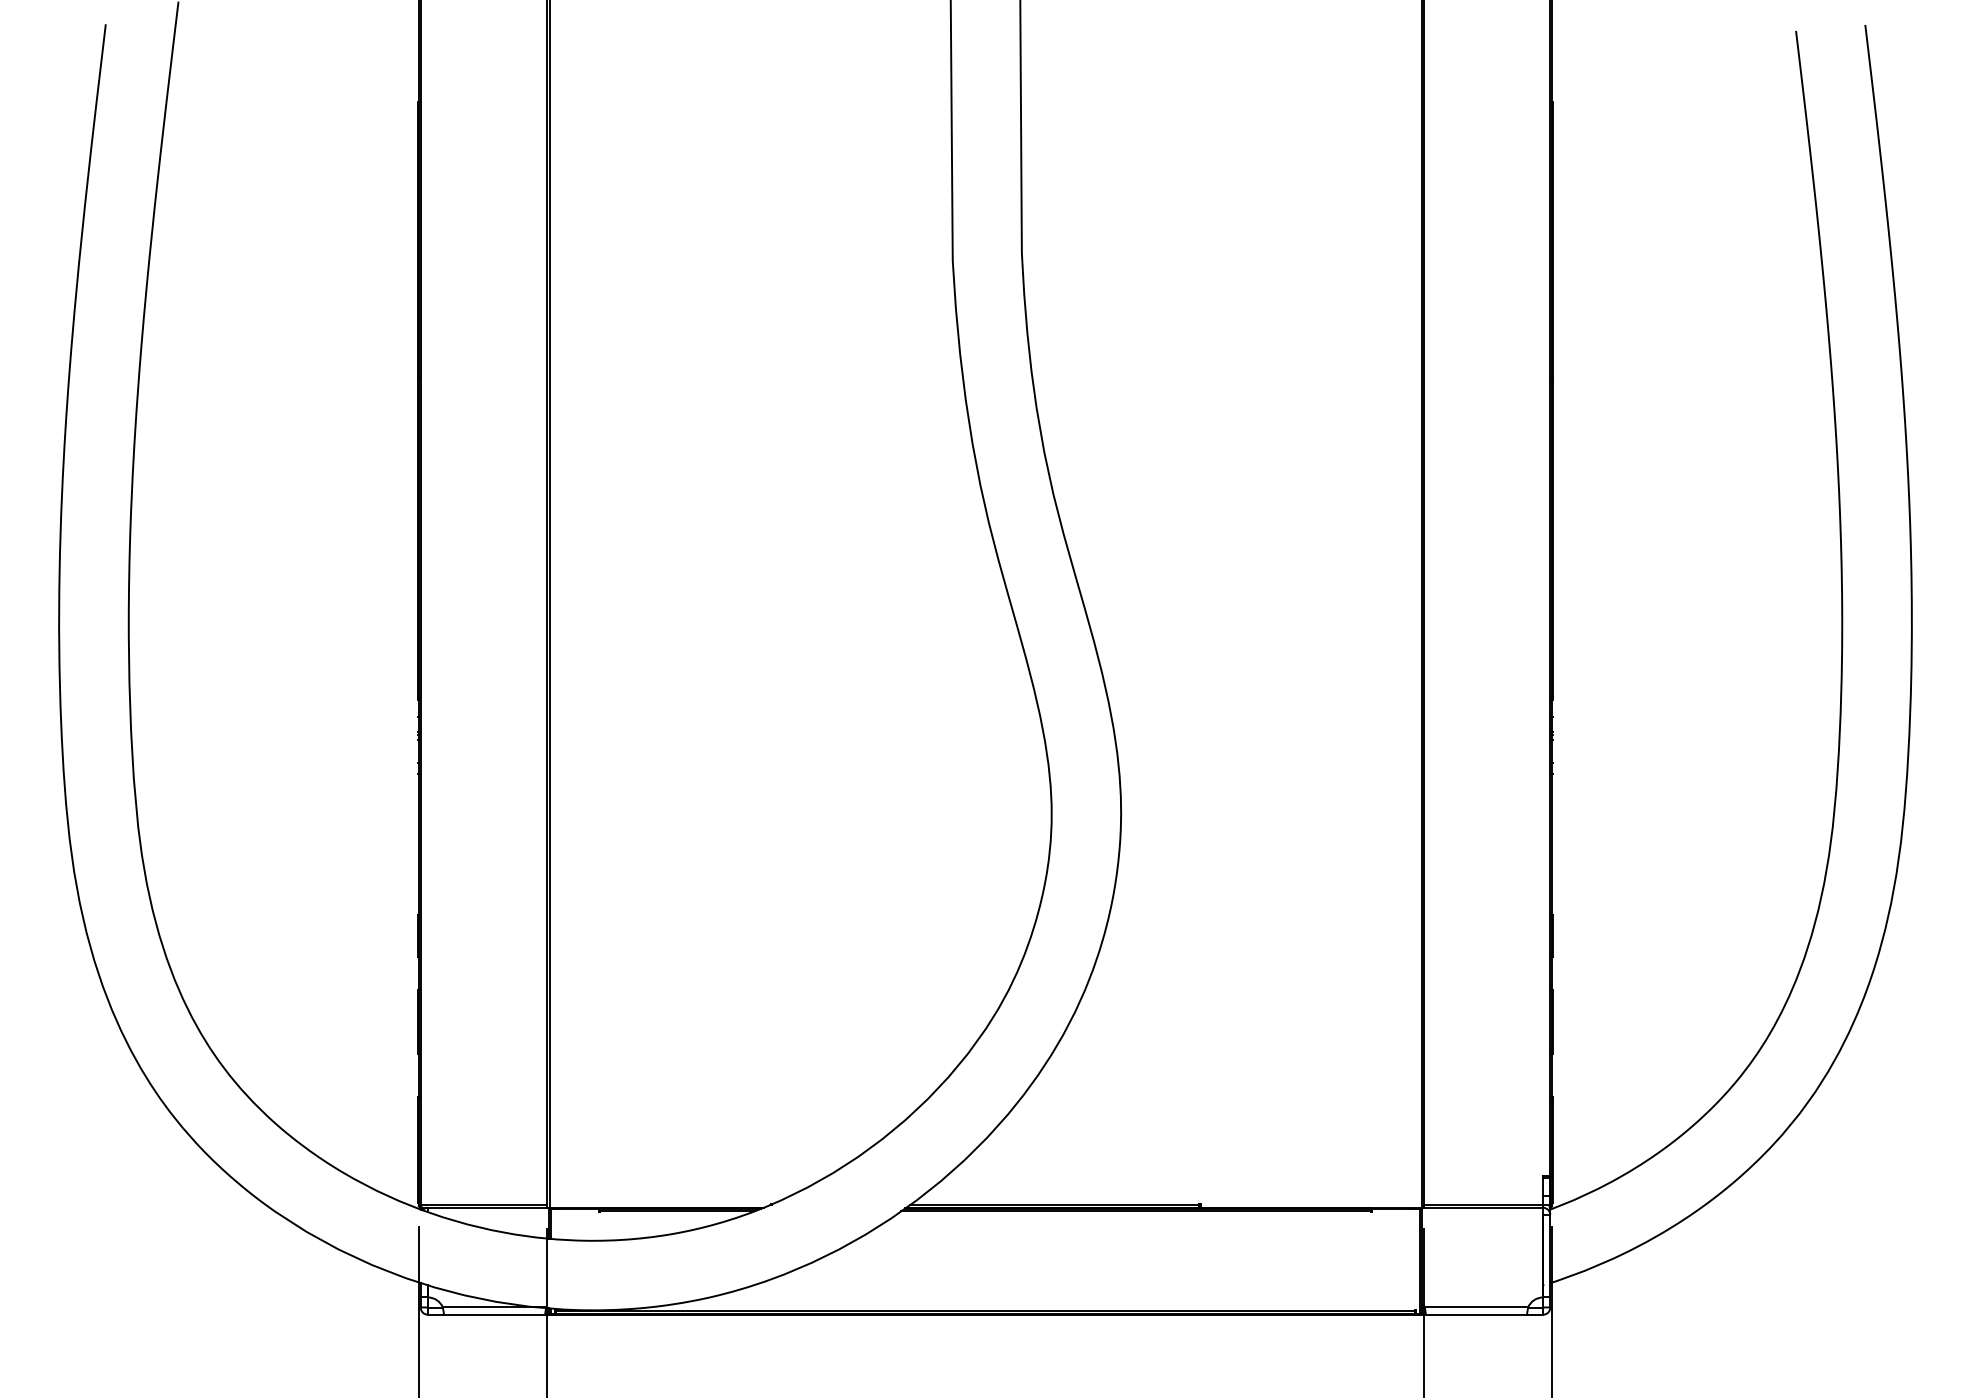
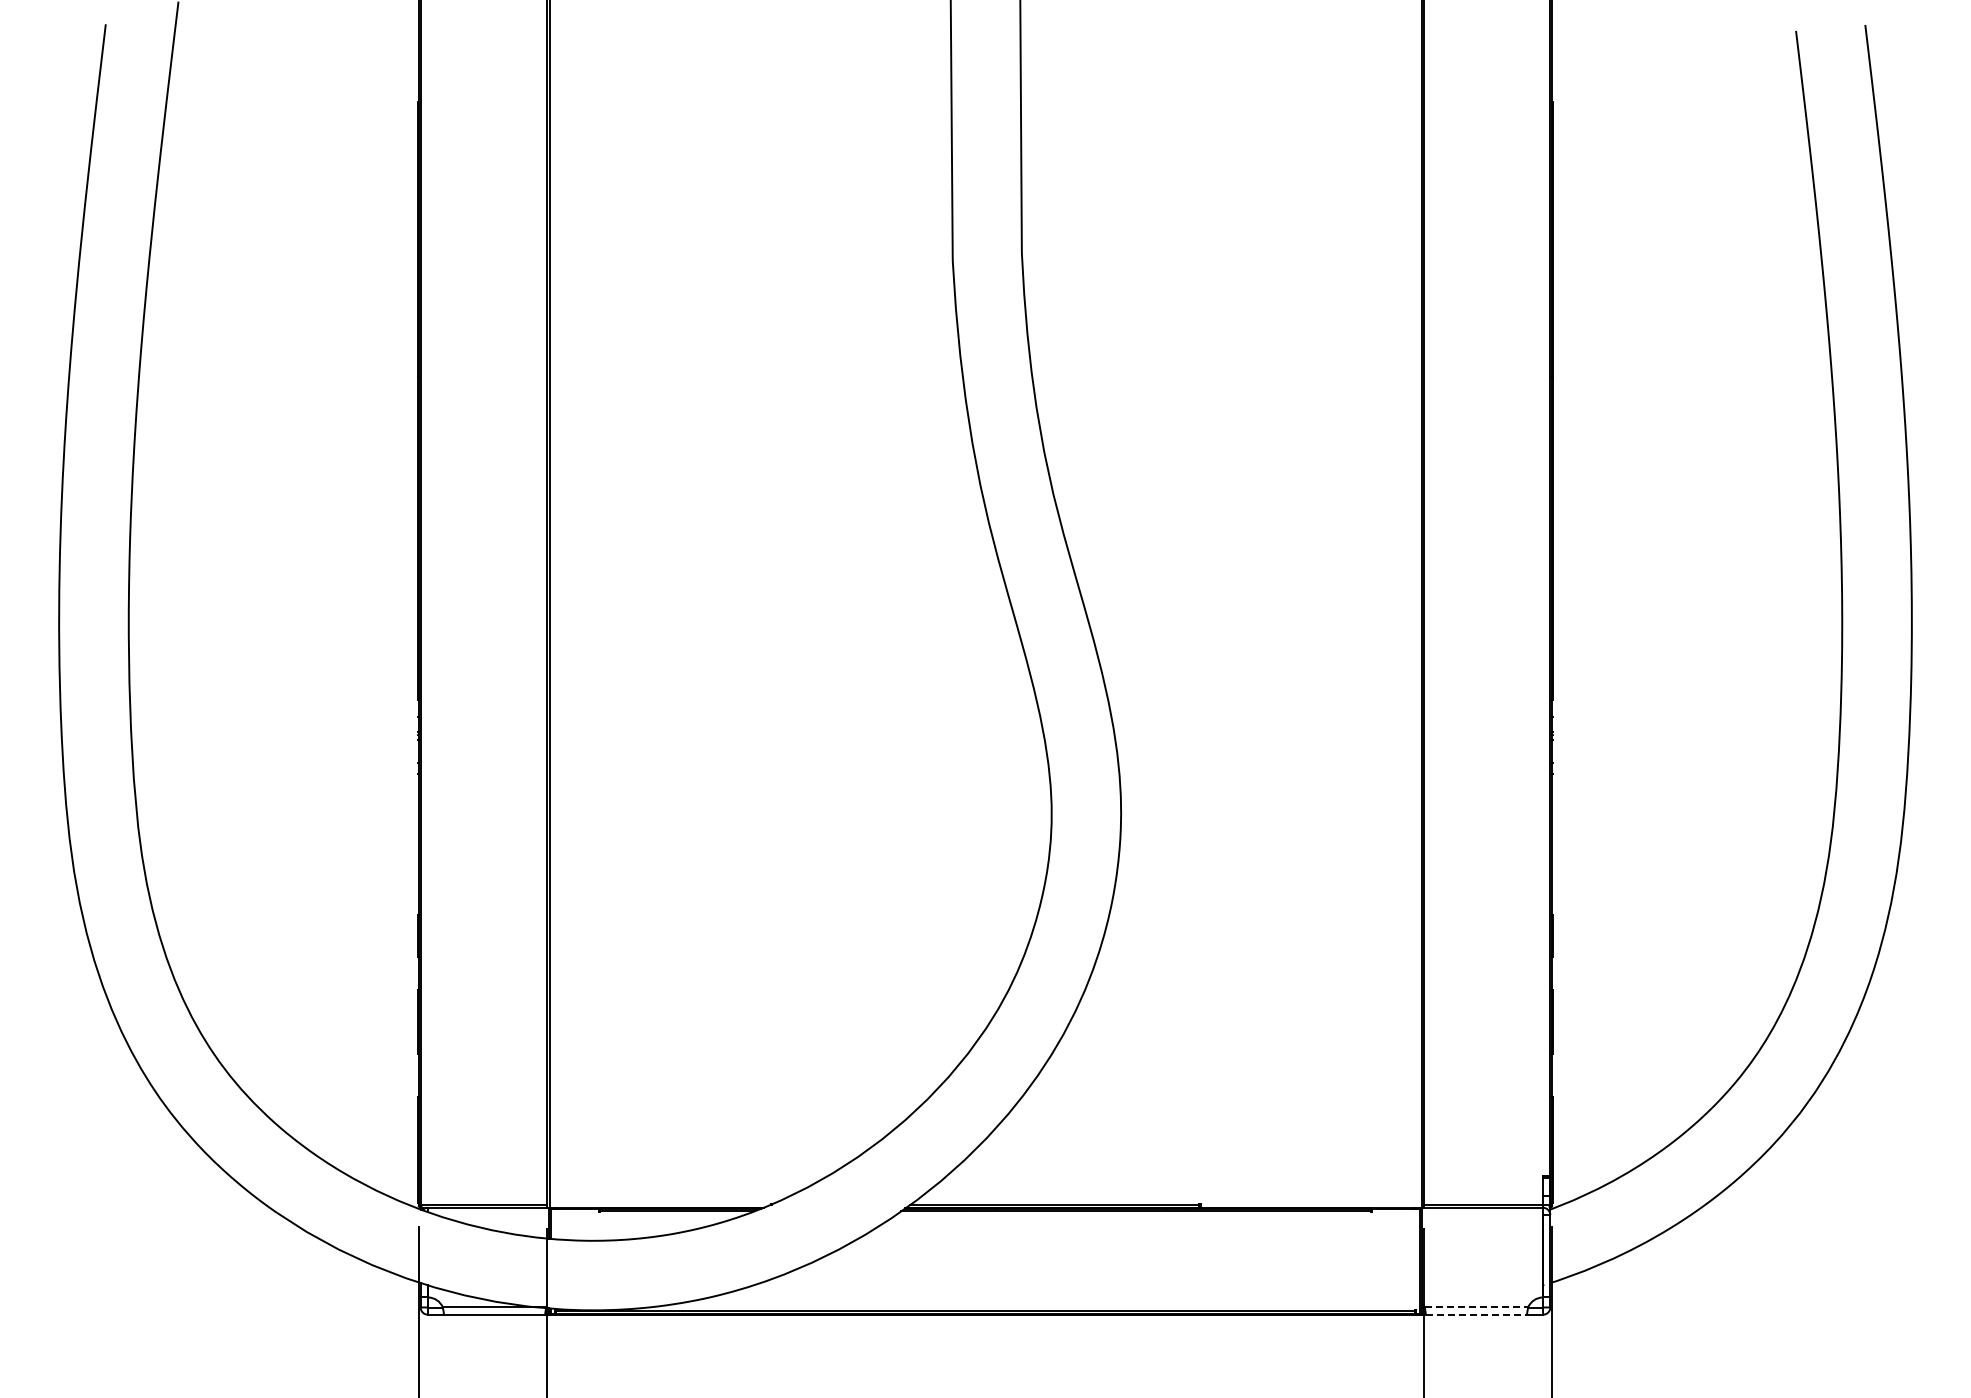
line at (1476, 1307): solid -> dashed
line at (1477, 1314): solid -> dashed
